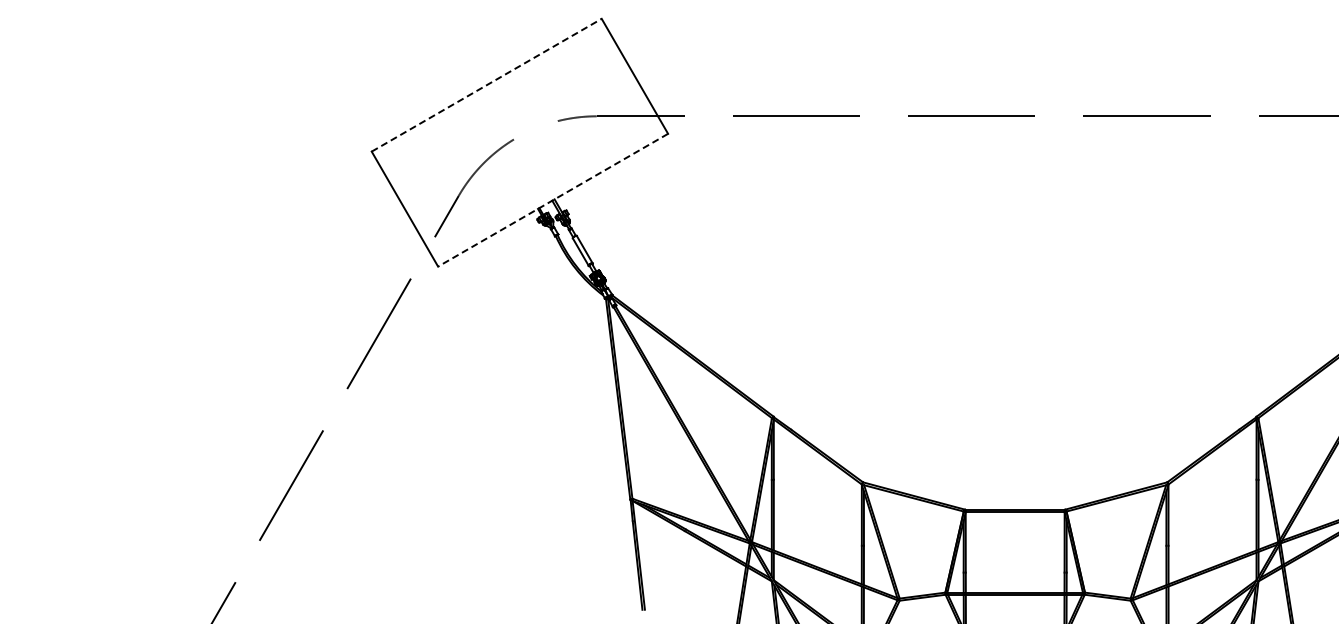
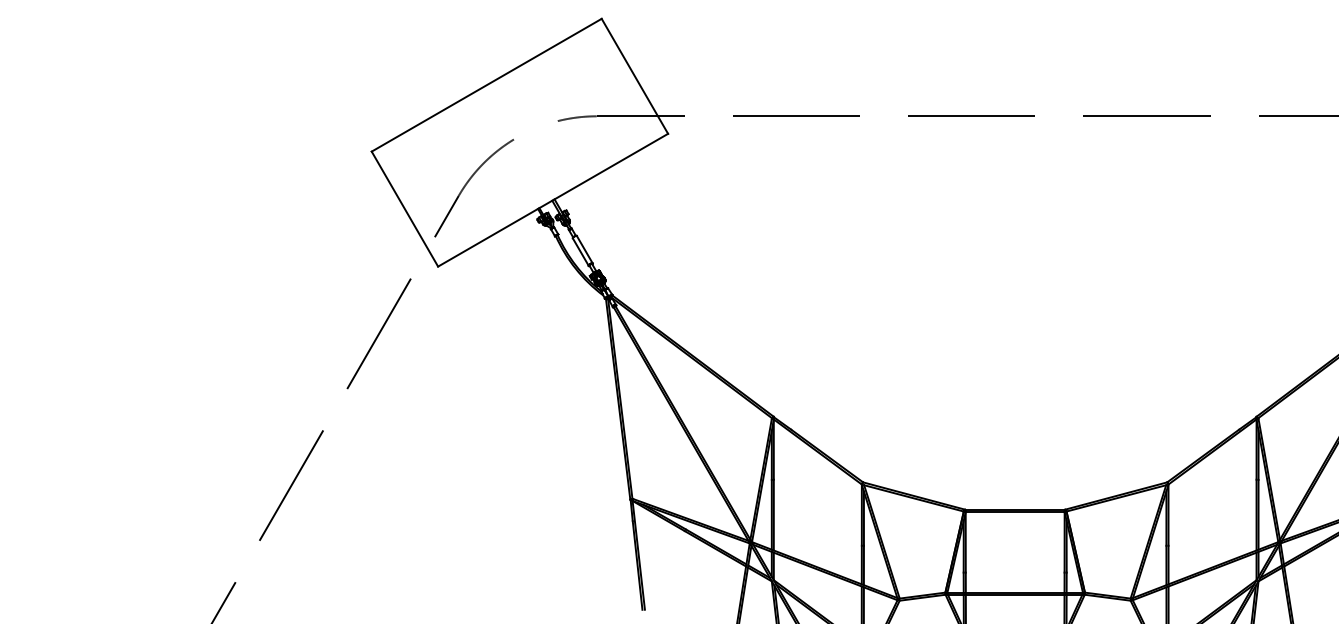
line at (486, 85): dashed -> solid
line at (553, 200): dashed -> solid
